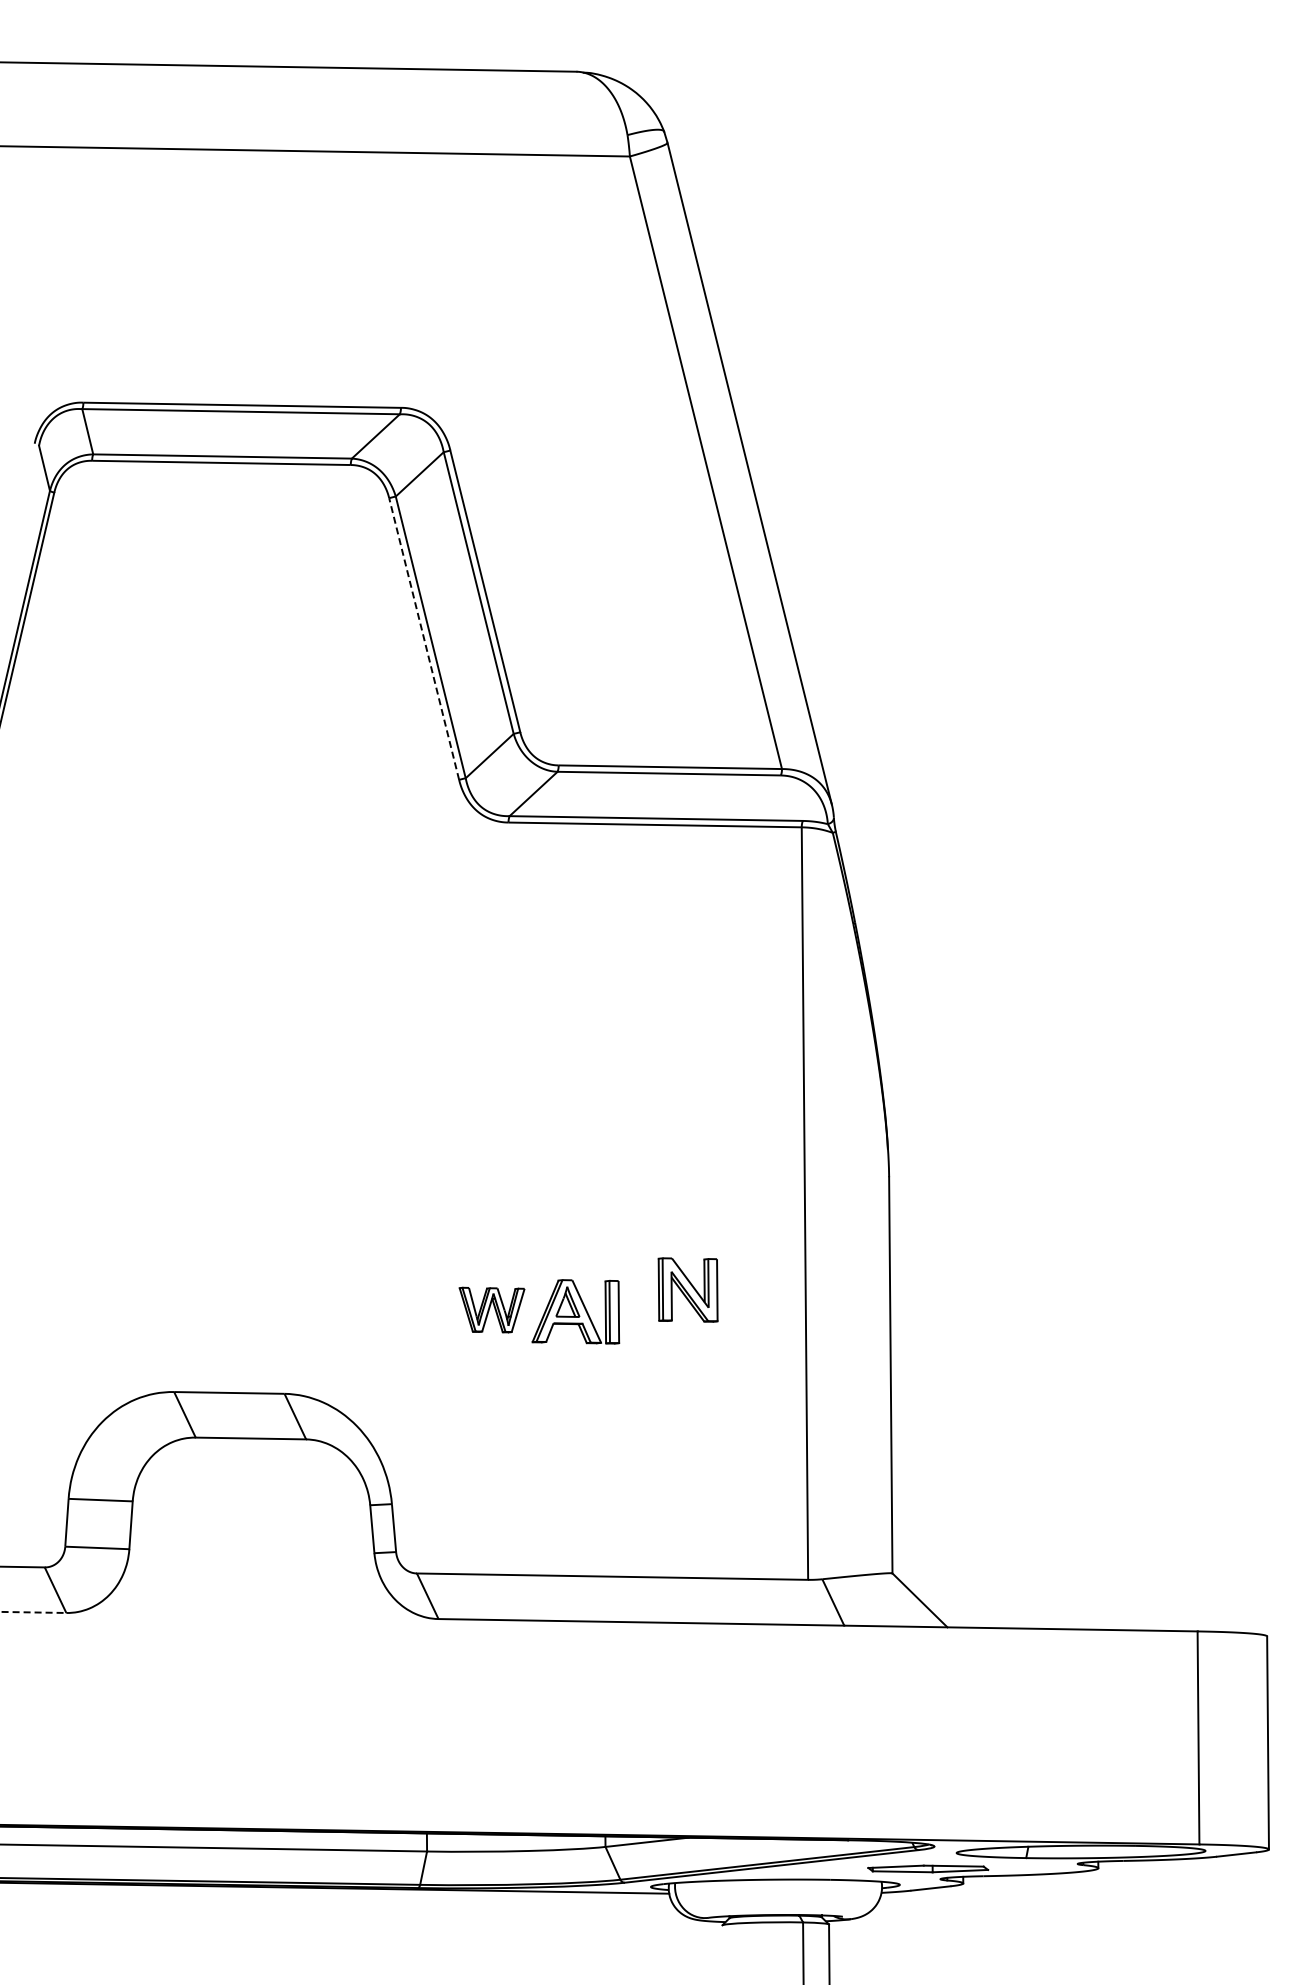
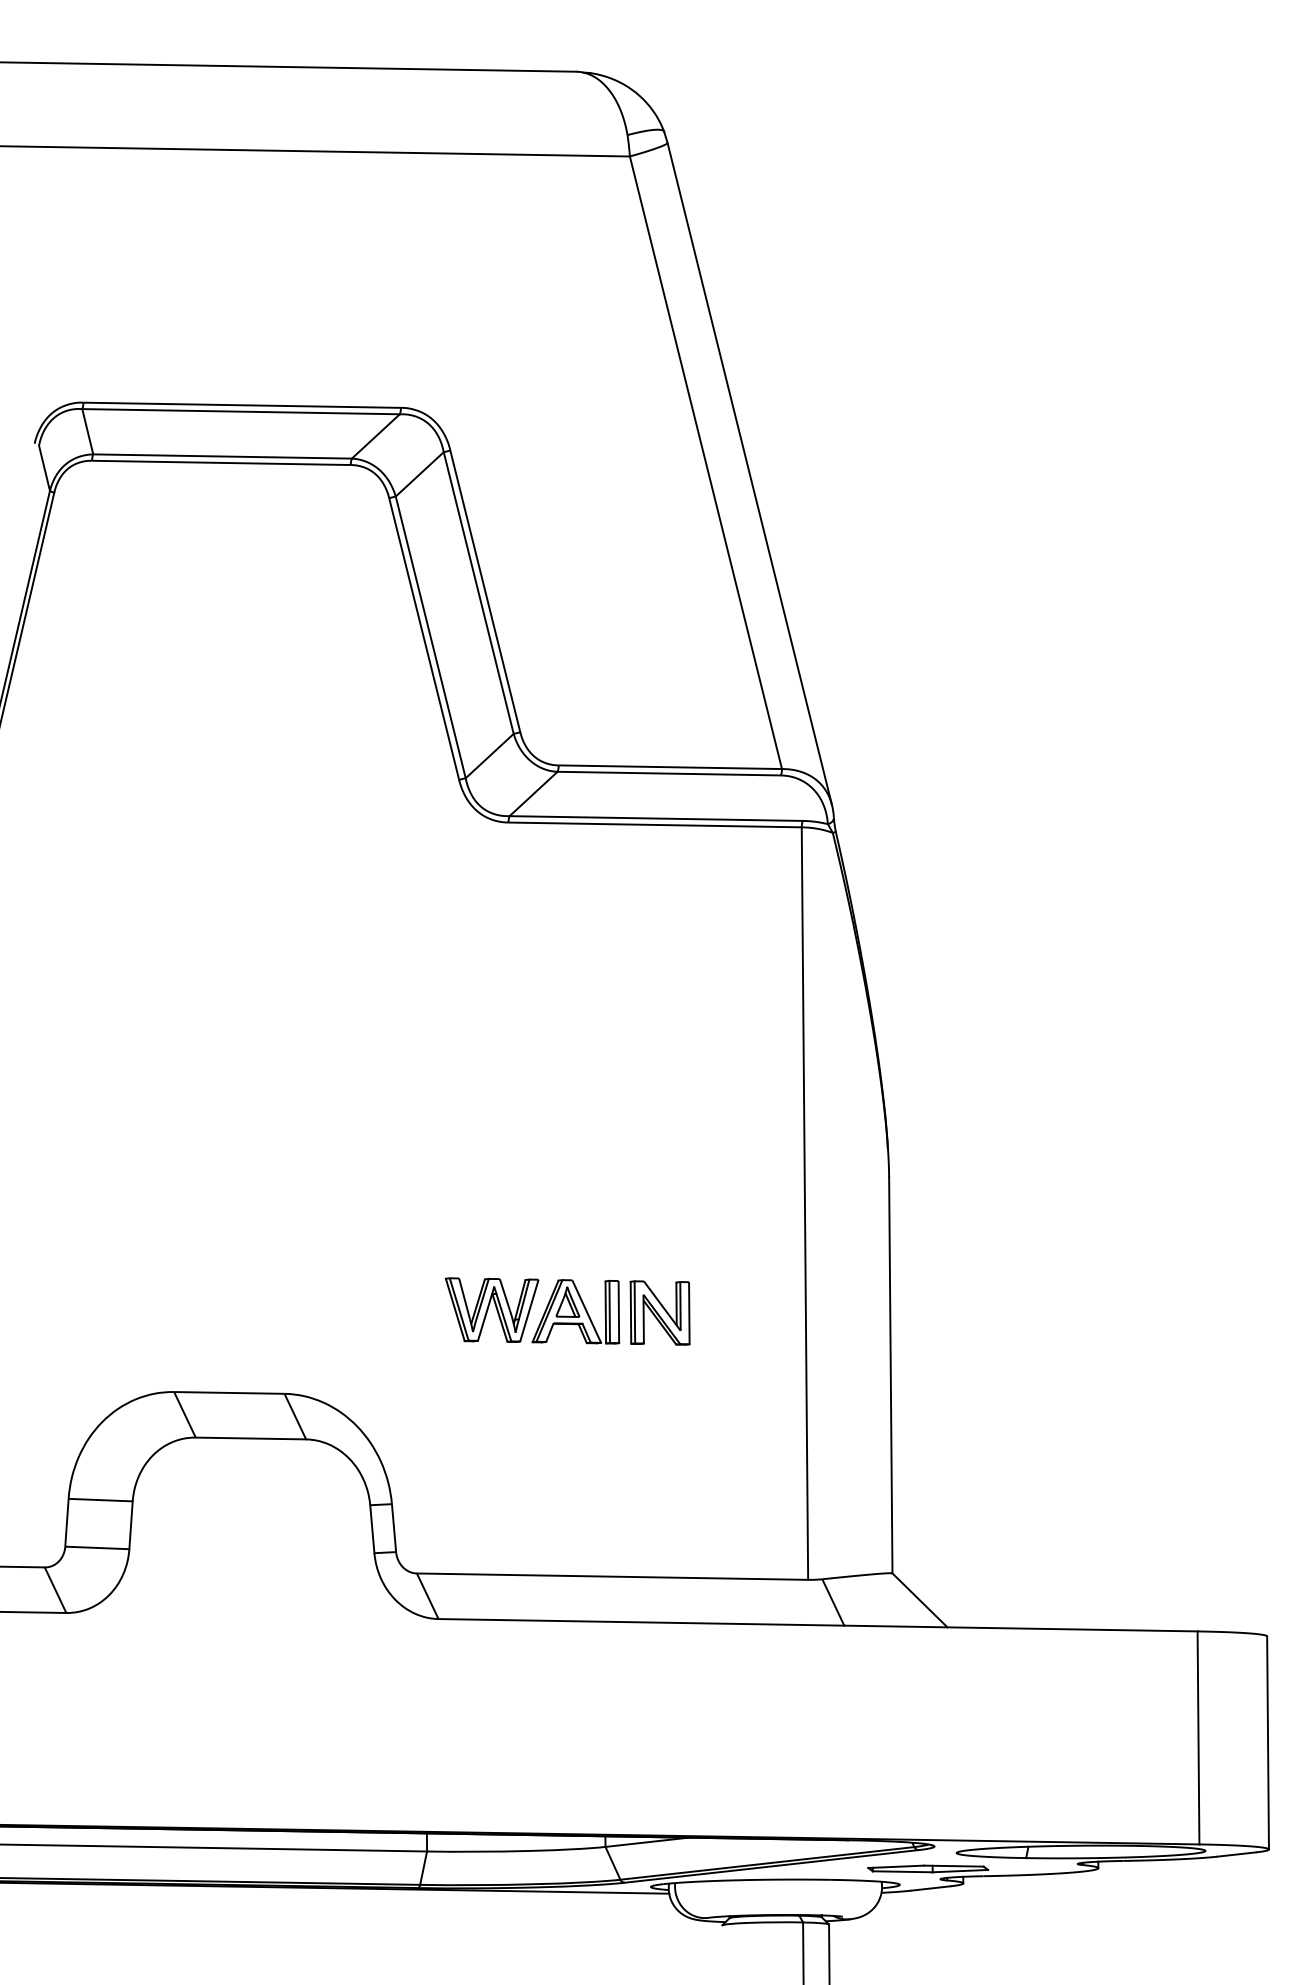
line at (424, 638): dashed -> solid
part at (687, 1289) position: (687, 1289) -> (659, 1312)
part at (491, 1309) size: 68x48 px -> 96x66 px
line at (33, 1612): dashed -> solid
